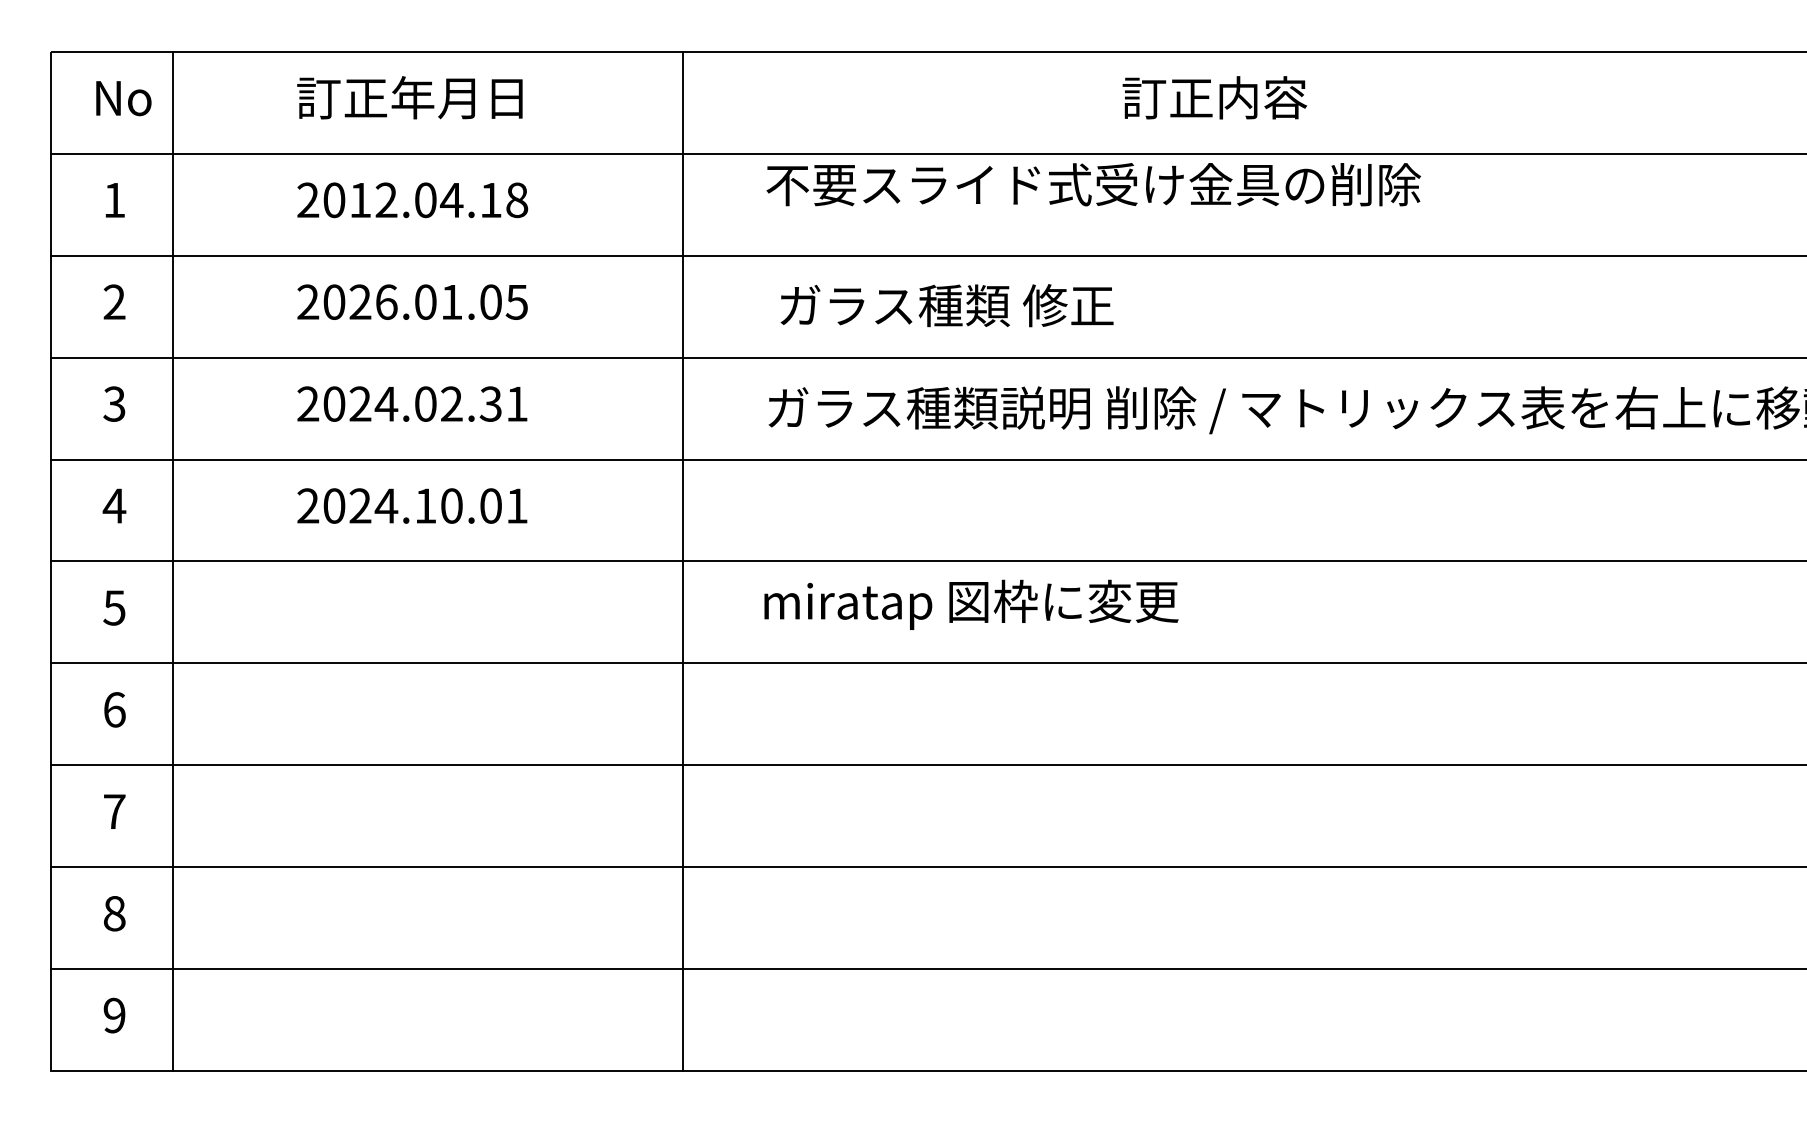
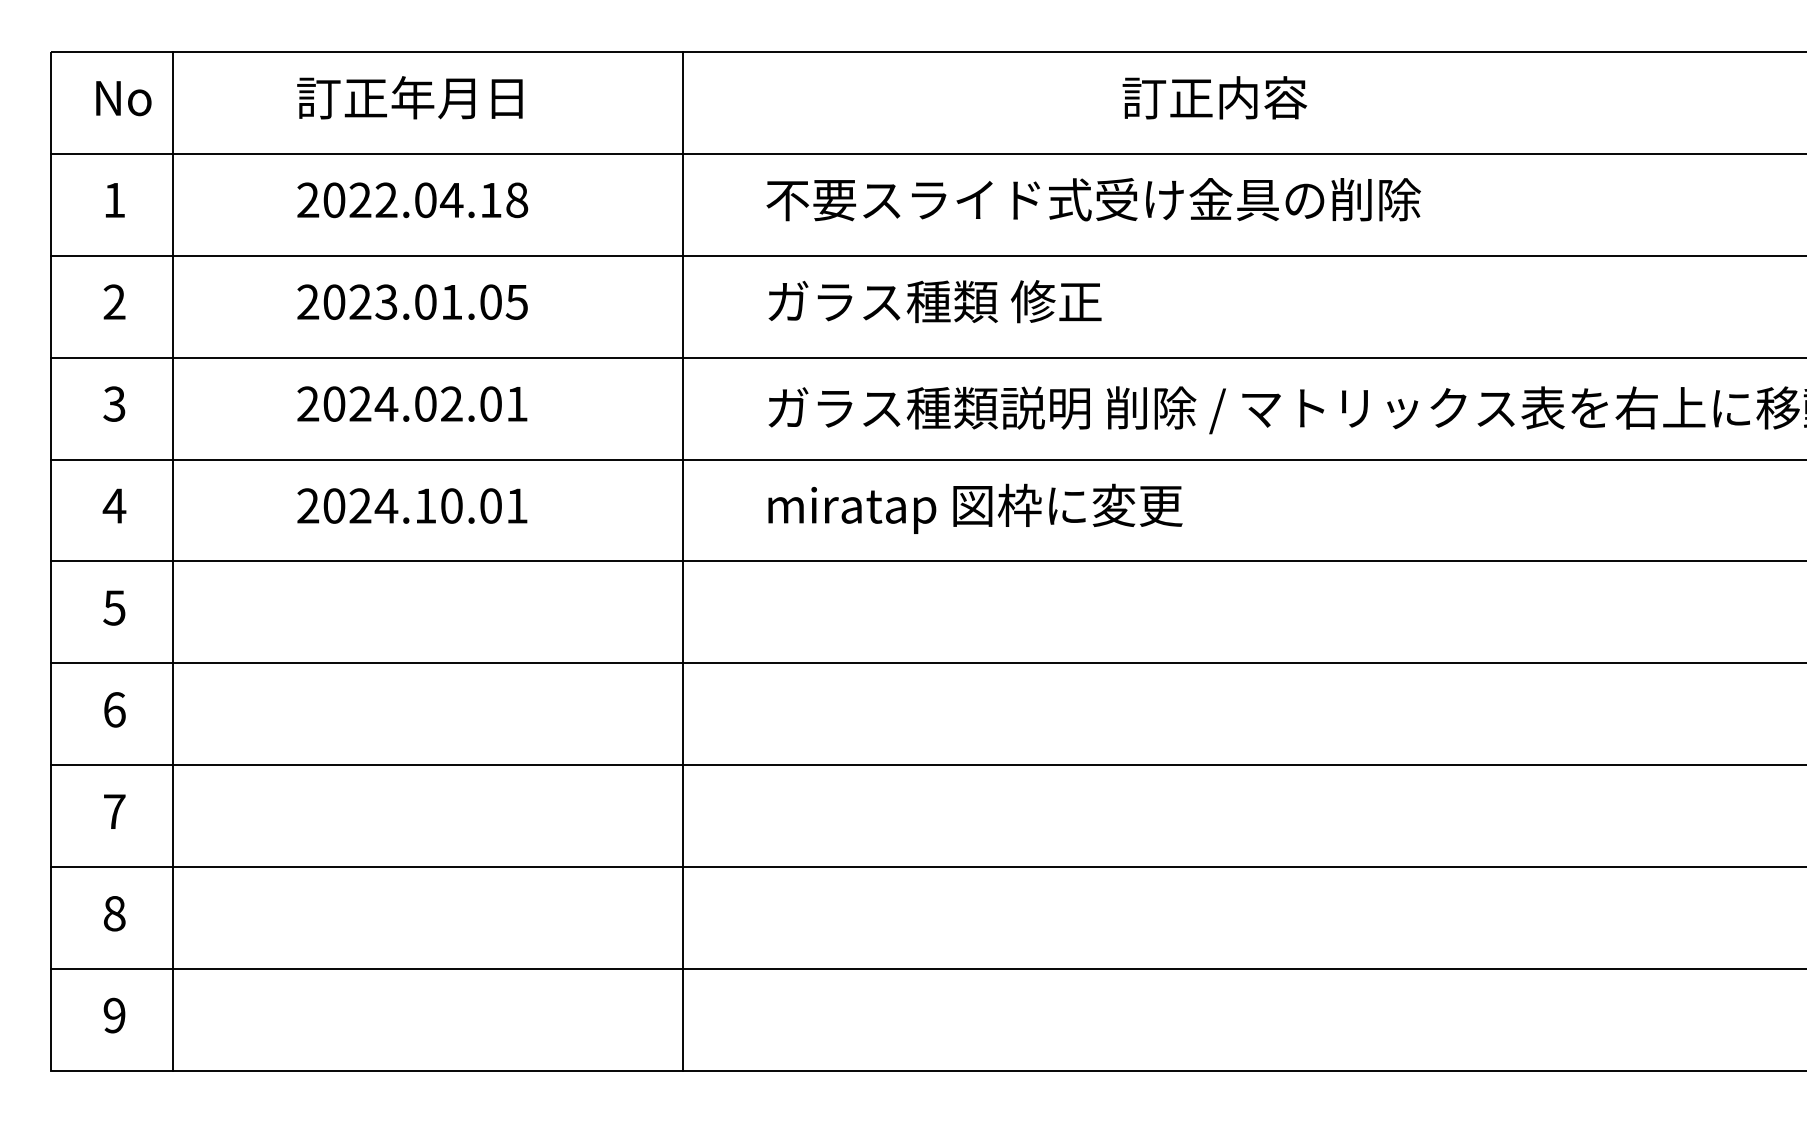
text at (1093, 184) position: (1093, 184) -> (1093, 199)
text at (360, 199): 2012.04.18 -> 2022.04.18
text at (386, 301): 2026.01.05 -> 2023.01.05
text at (946, 305) position: (946, 305) -> (934, 301)
text at (490, 403): 2024.02.31 -> 2024.02.01
text at (971, 604) position: (971, 604) -> (975, 508)
